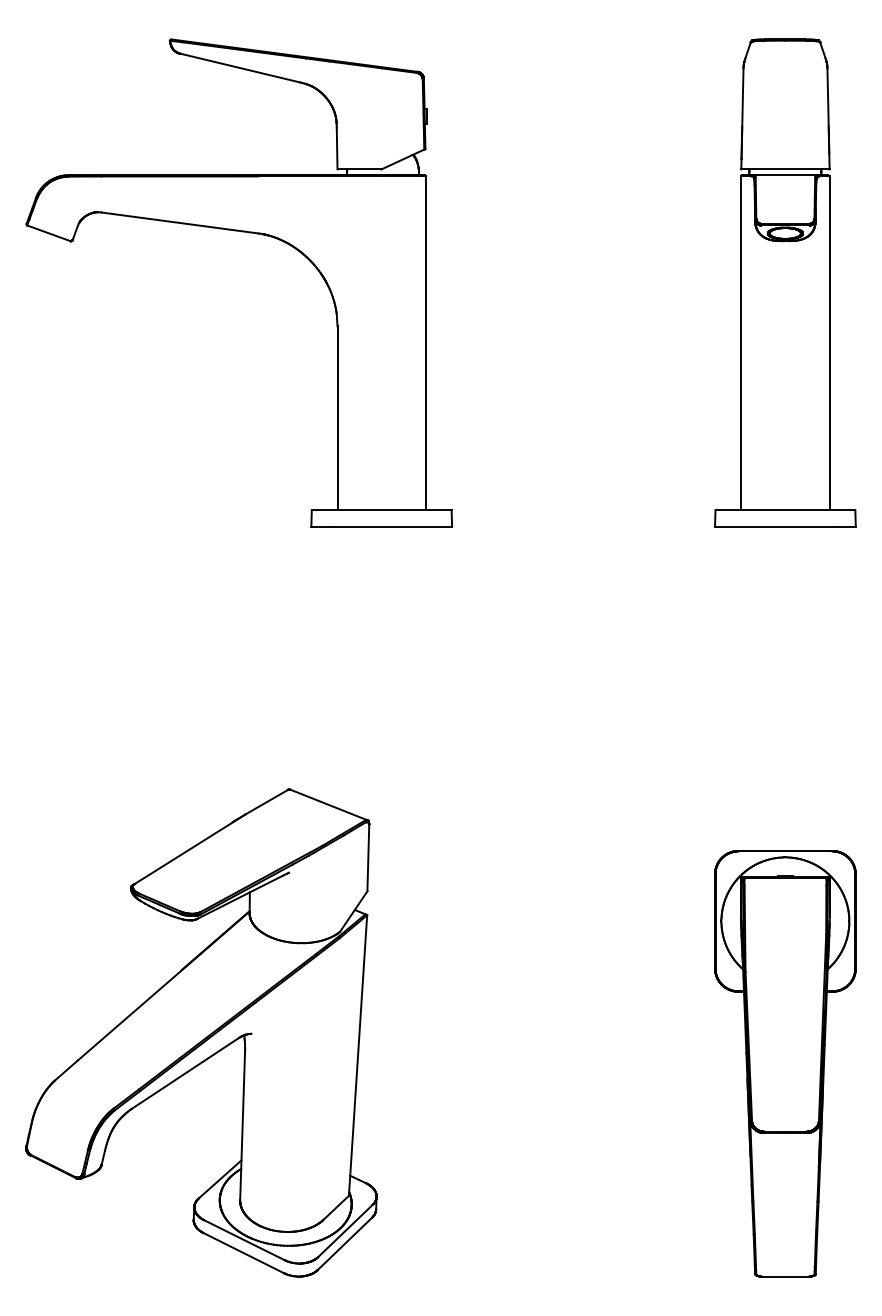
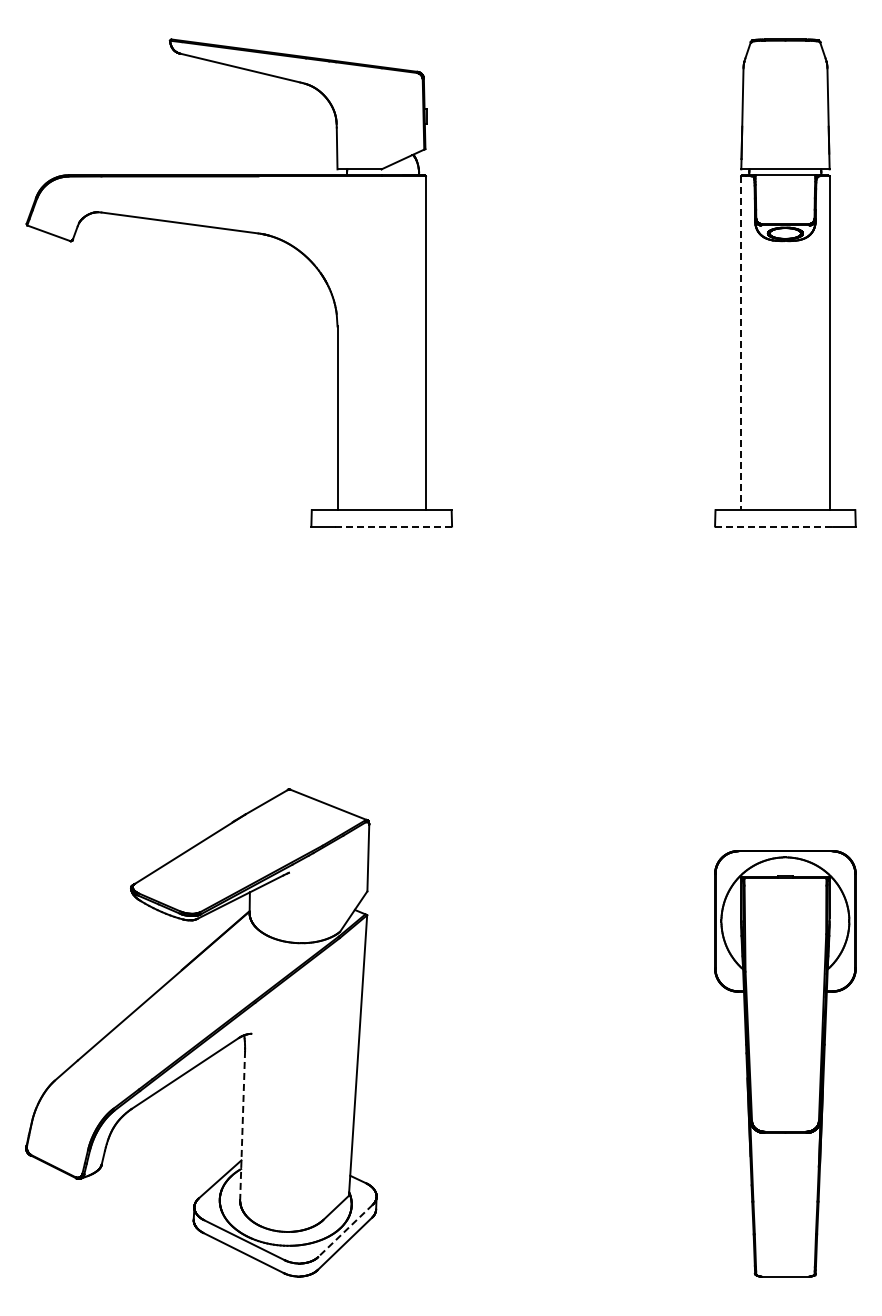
line at (741, 343): solid -> dashed
line at (393, 526): solid -> dashed
line at (773, 526): solid -> dashed
line at (242, 1125): solid -> dashed
line at (345, 1230): solid -> dashed
